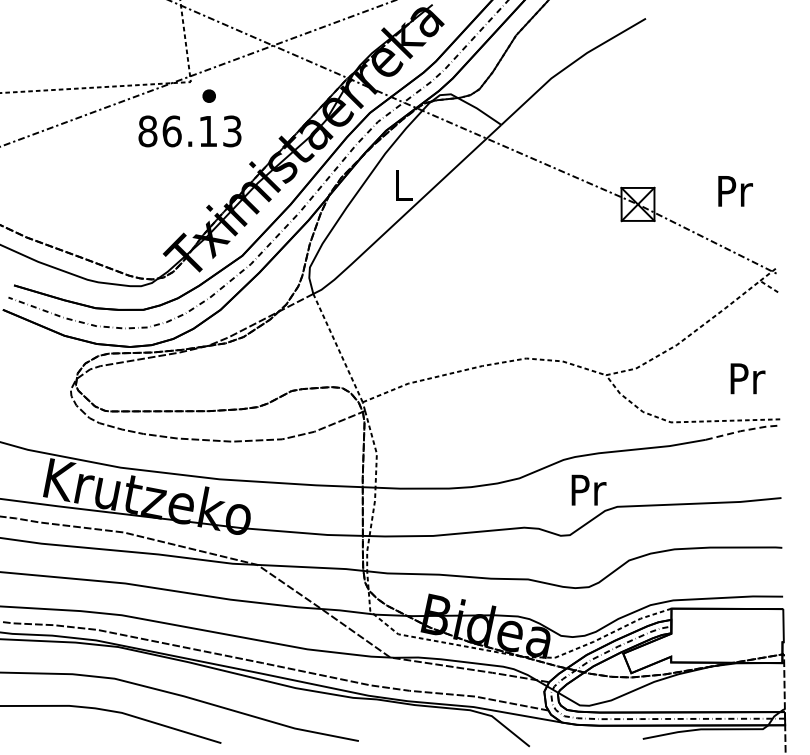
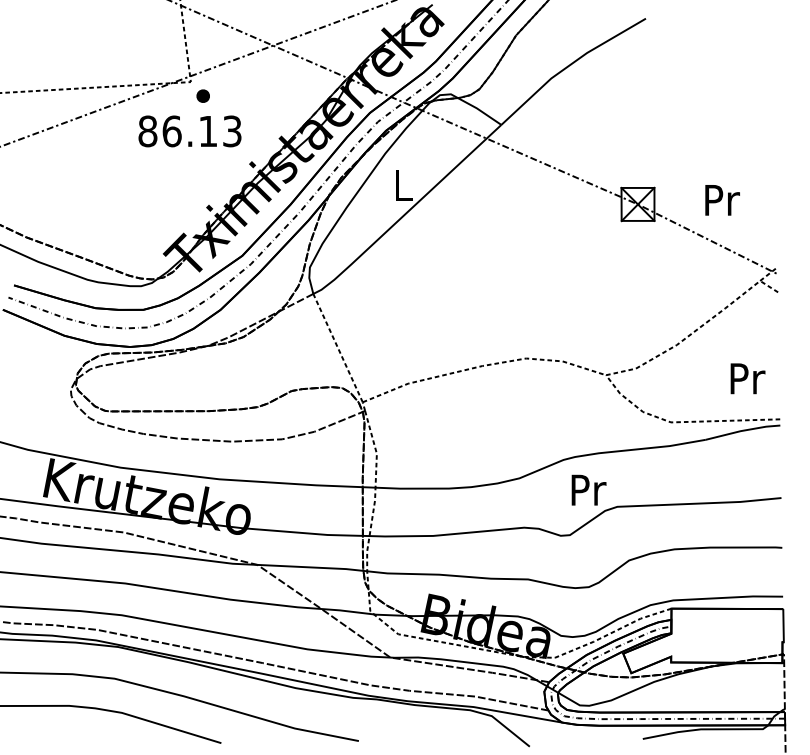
part at (208, 95) position: (208, 95) -> (202, 95)
text at (735, 191) position: (735, 191) -> (722, 200)
line at (743, 430): dashed -> solid
